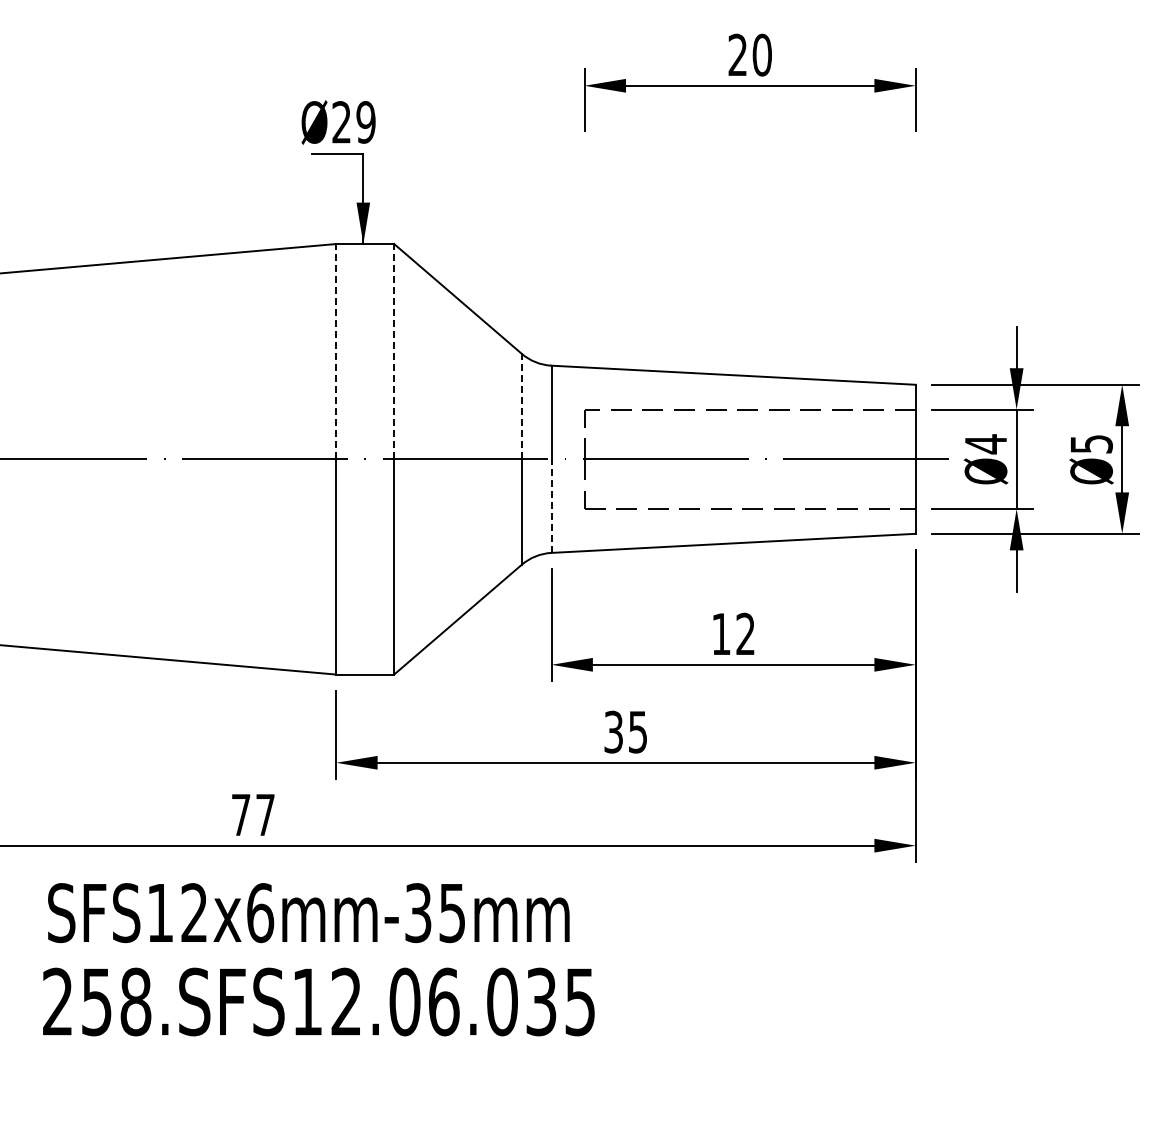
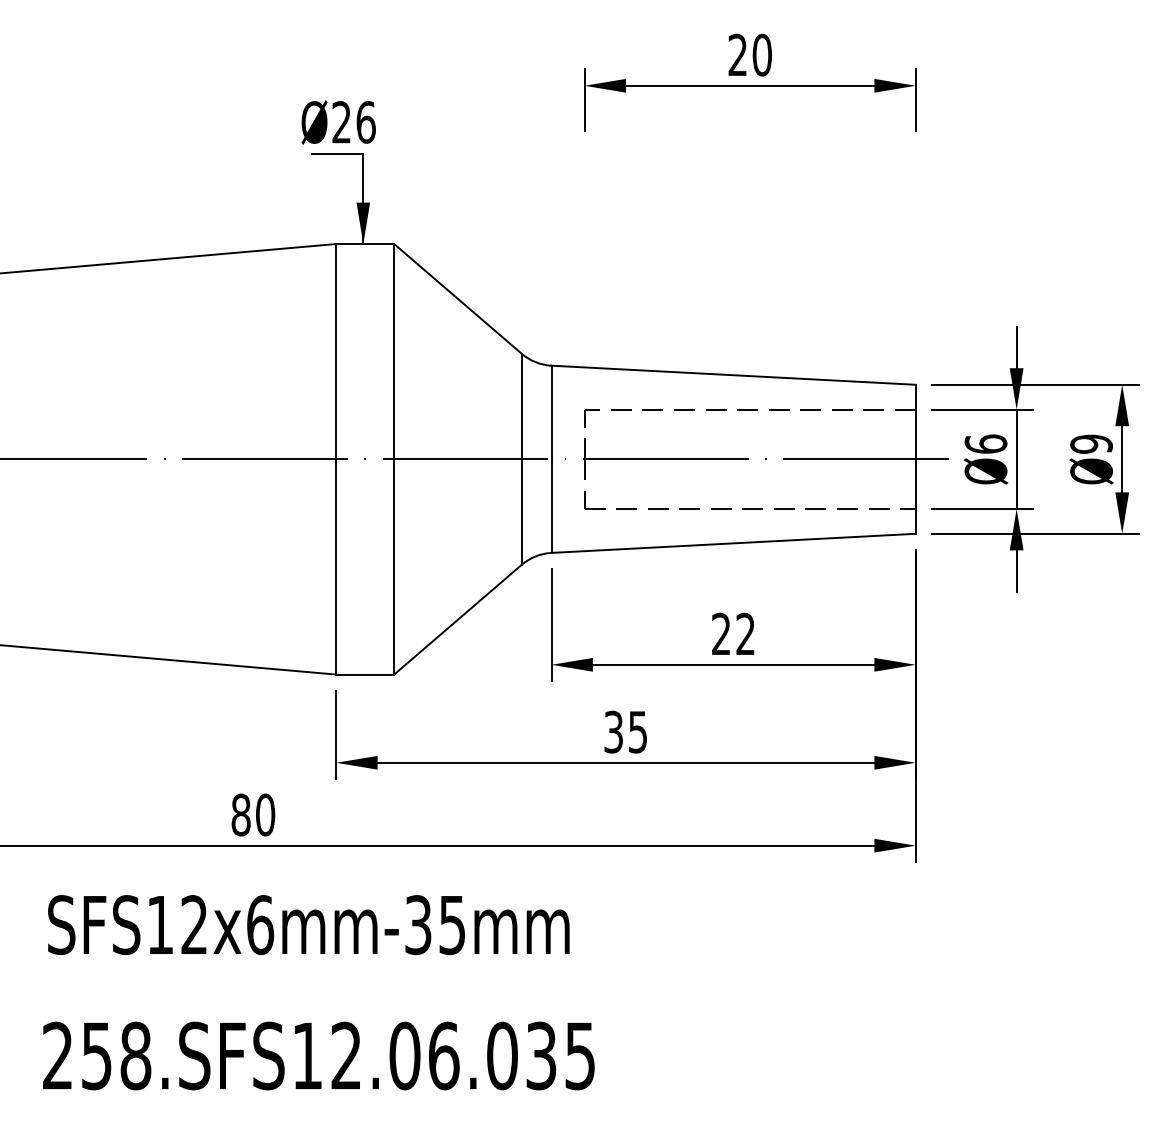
text at (365, 122): Ø29 -> Ø26
line at (336, 351): dashed -> solid
line at (394, 351): dashed -> solid
line at (521, 406): dashed -> solid
text at (1091, 443): Ø5 -> Ø9
text at (985, 444): Ø4 -> Ø6
line at (551, 506): dashed -> solid
text at (721, 633): 12 -> 22
text at (253, 814): 77 -> 80
text at (308, 913) position: (308, 913) -> (308, 925)
text at (318, 1001) position: (318, 1001) -> (318, 1055)
